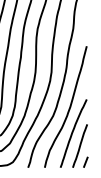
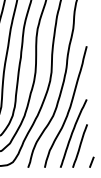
line at (85, 161) position: (85, 161) -> (91, 161)
